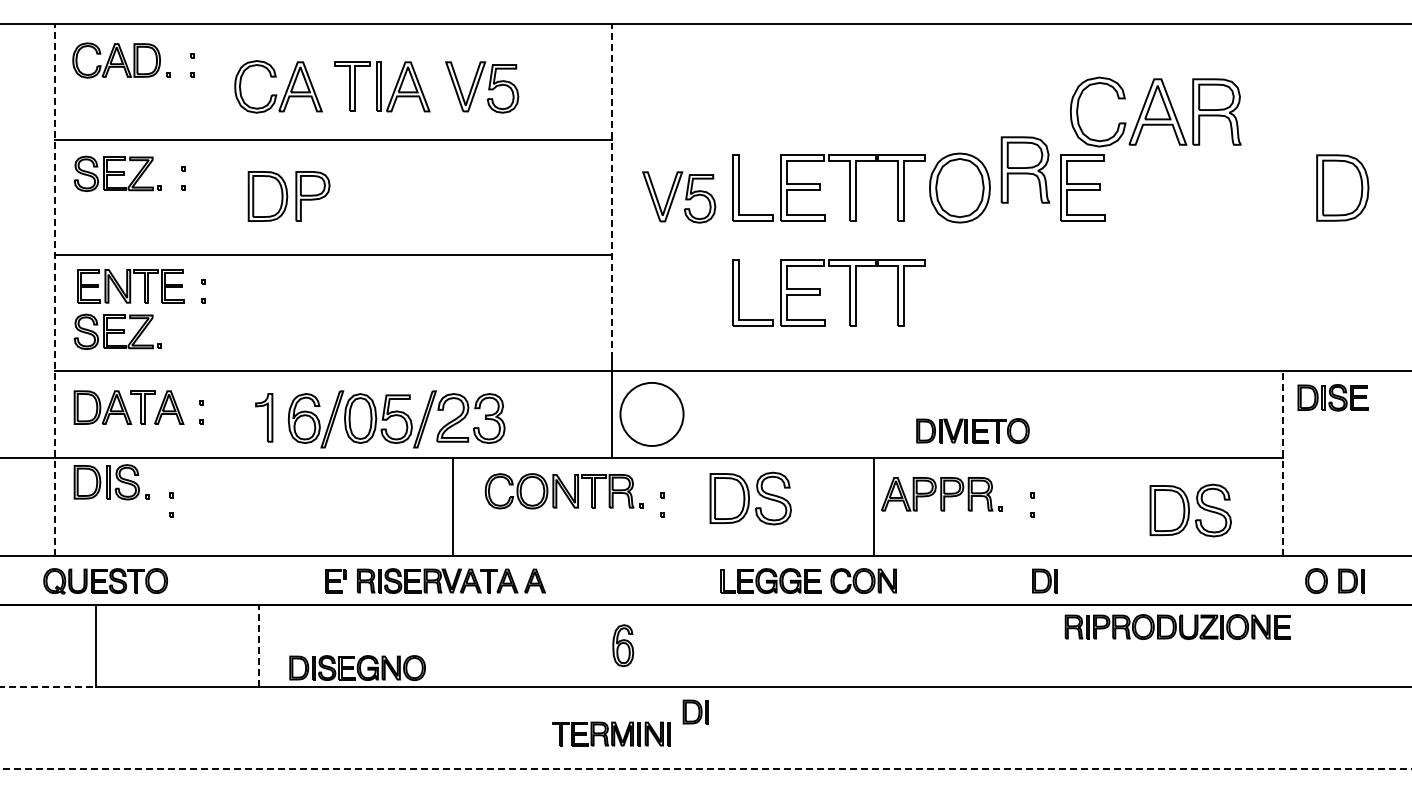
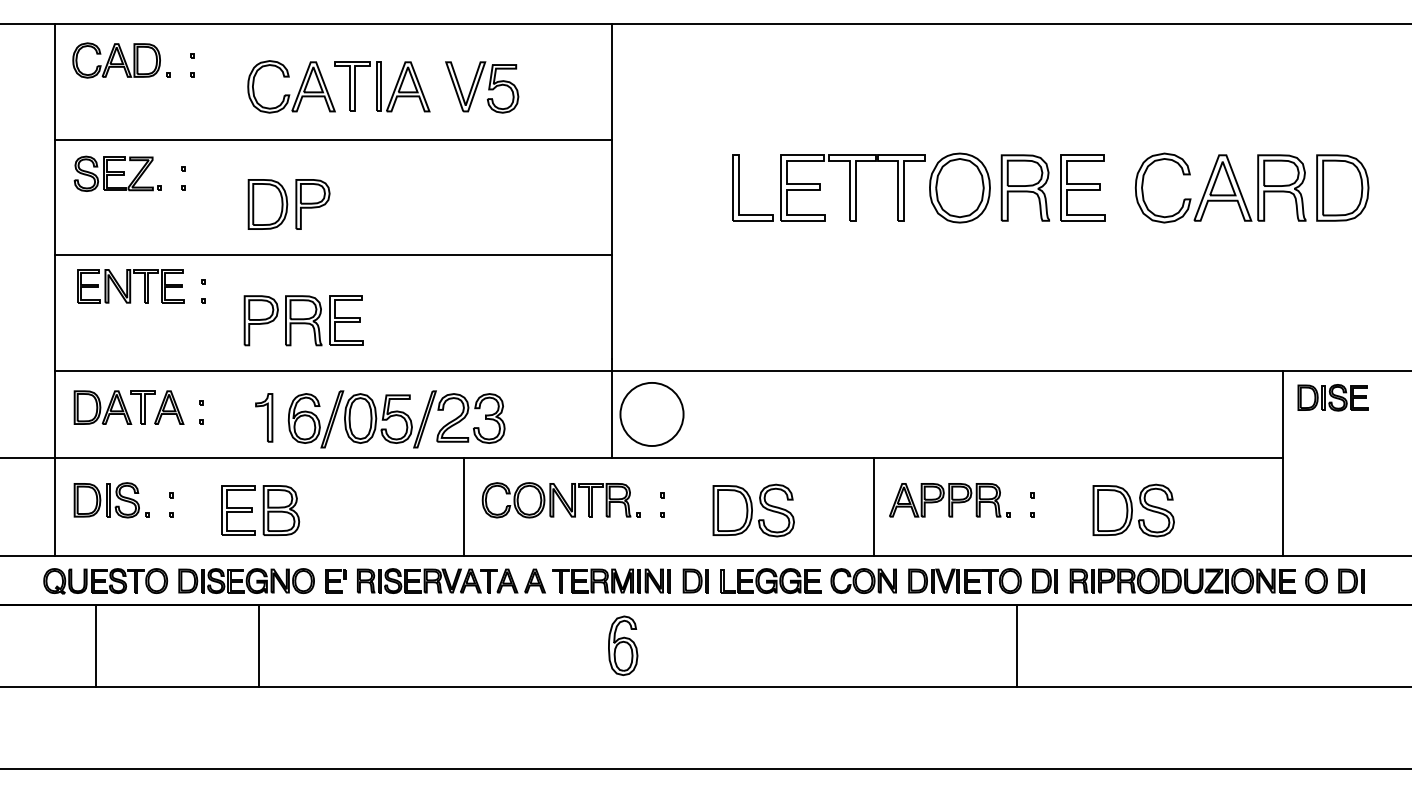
part at (277, 94) position: (277, 94) -> (290, 94)
part at (1155, 111) position: (1155, 111) -> (1220, 187)
part at (1024, 169) position: (1024, 169) -> (1024, 187)
line at (611, 190): dashed -> solid
part at (288, 196) position: (288, 196) -> (288, 204)
part at (679, 197): present -> none
line at (54, 289): dashed -> solid
part at (820, 292): present -> none
part at (303, 320): none -> present
part at (117, 331): present -> none
part at (972, 430) position: (972, 430) -> (964, 580)
line at (1283, 463): dashed -> solid
part at (111, 482) position: (111, 482) -> (111, 500)
part at (563, 491) position: (563, 491) -> (560, 500)
part at (941, 494) position: (941, 494) -> (949, 500)
part at (750, 498) position: (750, 498) -> (753, 510)
line at (453, 506) position: (453, 506) -> (464, 506)
part at (260, 510): none -> present
part at (1190, 510) position: (1190, 510) -> (1133, 510)
part at (1177, 626) position: (1177, 626) -> (1182, 580)
part at (623, 645) size: 23x44 px -> 31x61 px
line at (259, 646): dashed -> solid
line at (1016, 646): none -> present
part at (357, 667) position: (357, 667) -> (246, 580)
line at (48, 687): dashed -> solid
part at (695, 711) position: (695, 711) -> (695, 580)
part at (611, 733) position: (611, 733) -> (611, 580)
line at (705, 769): dashed -> solid
